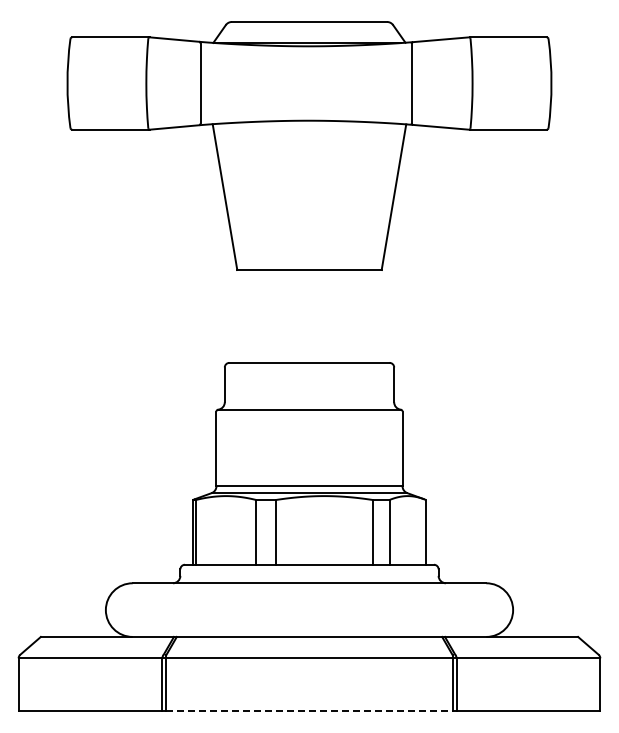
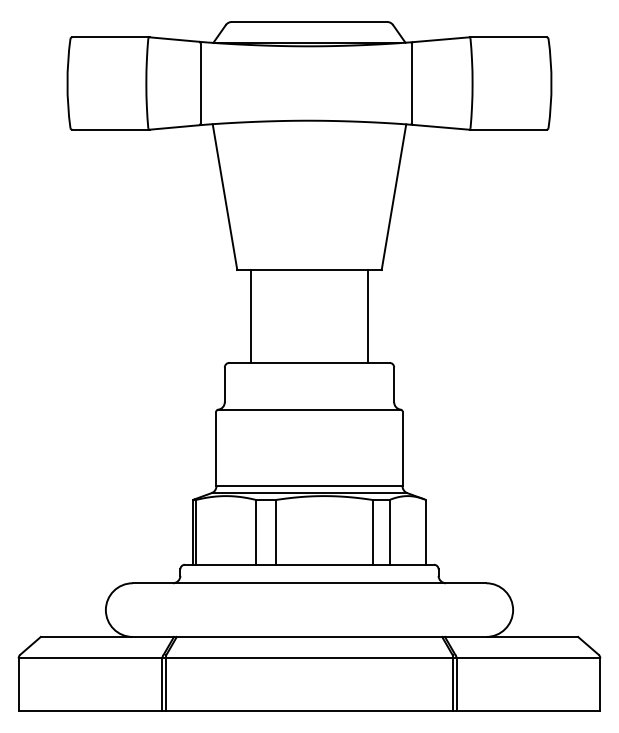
line at (251, 316): none -> present
line at (367, 316): none -> present
line at (309, 711): dashed -> solid
